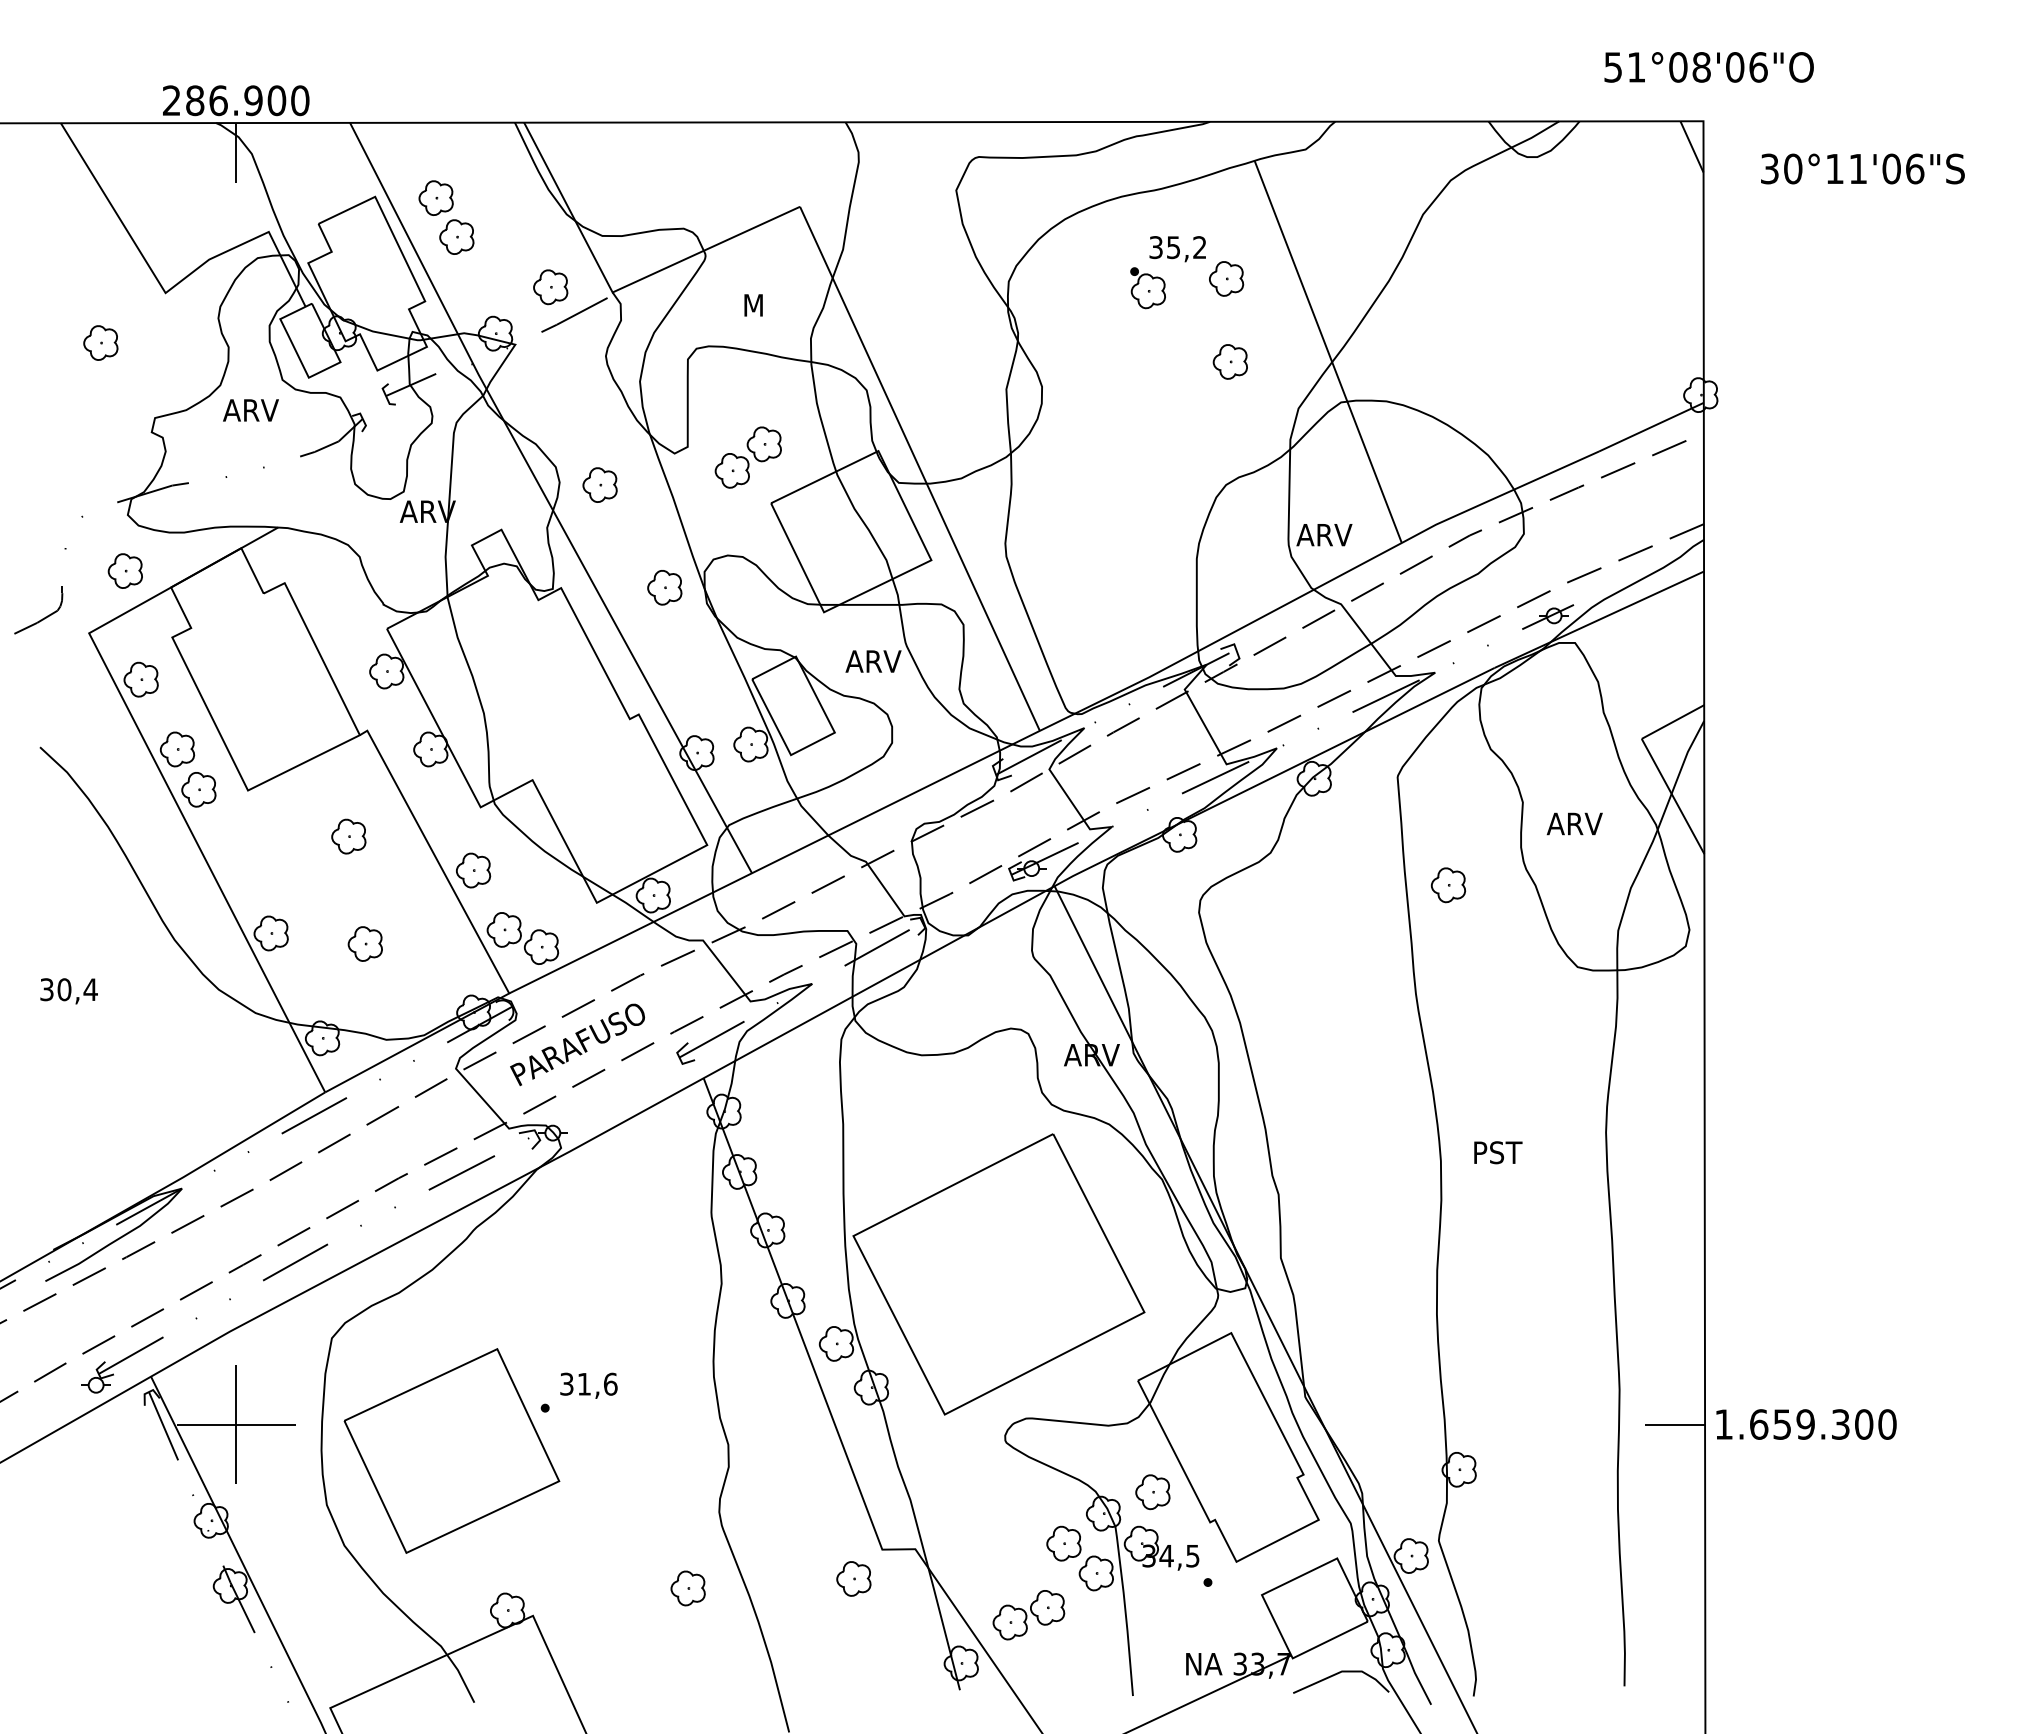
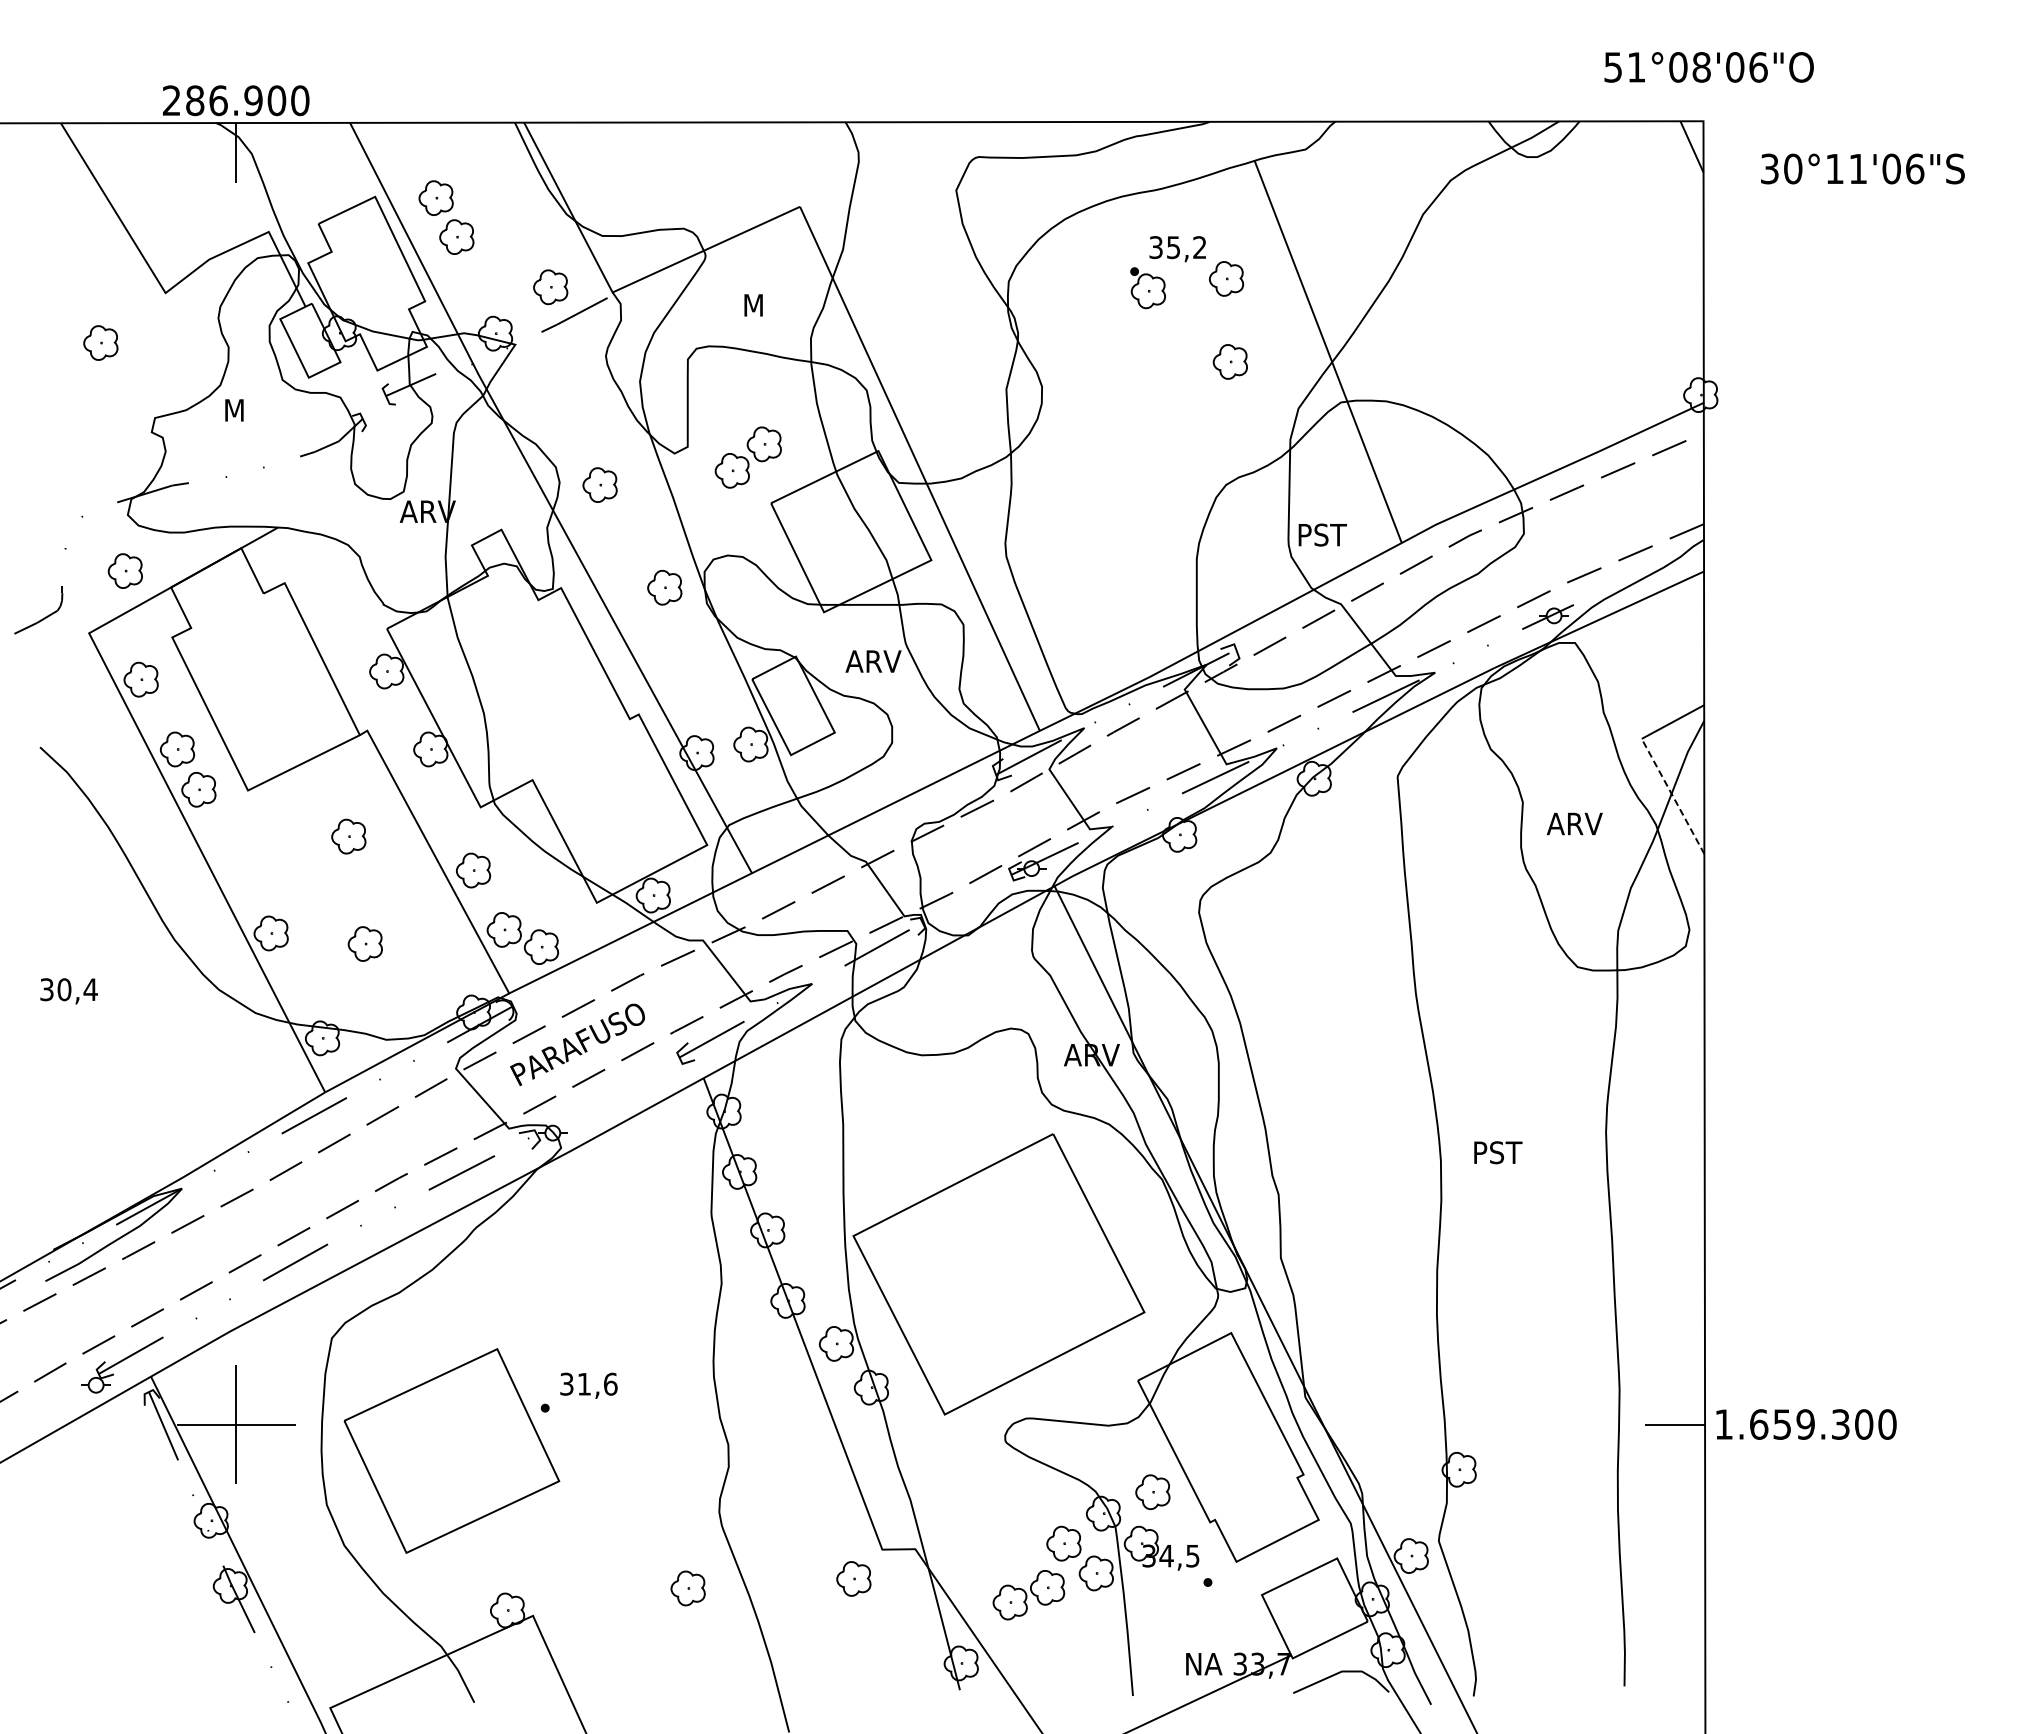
text at (250, 410): ARV -> M
text at (1324, 534): ARV -> PST
line at (1673, 796): solid -> dashed
part at (1448, 885): present -> none
part at (1028, 1615) position: (1028, 1615) -> (1028, 1595)
